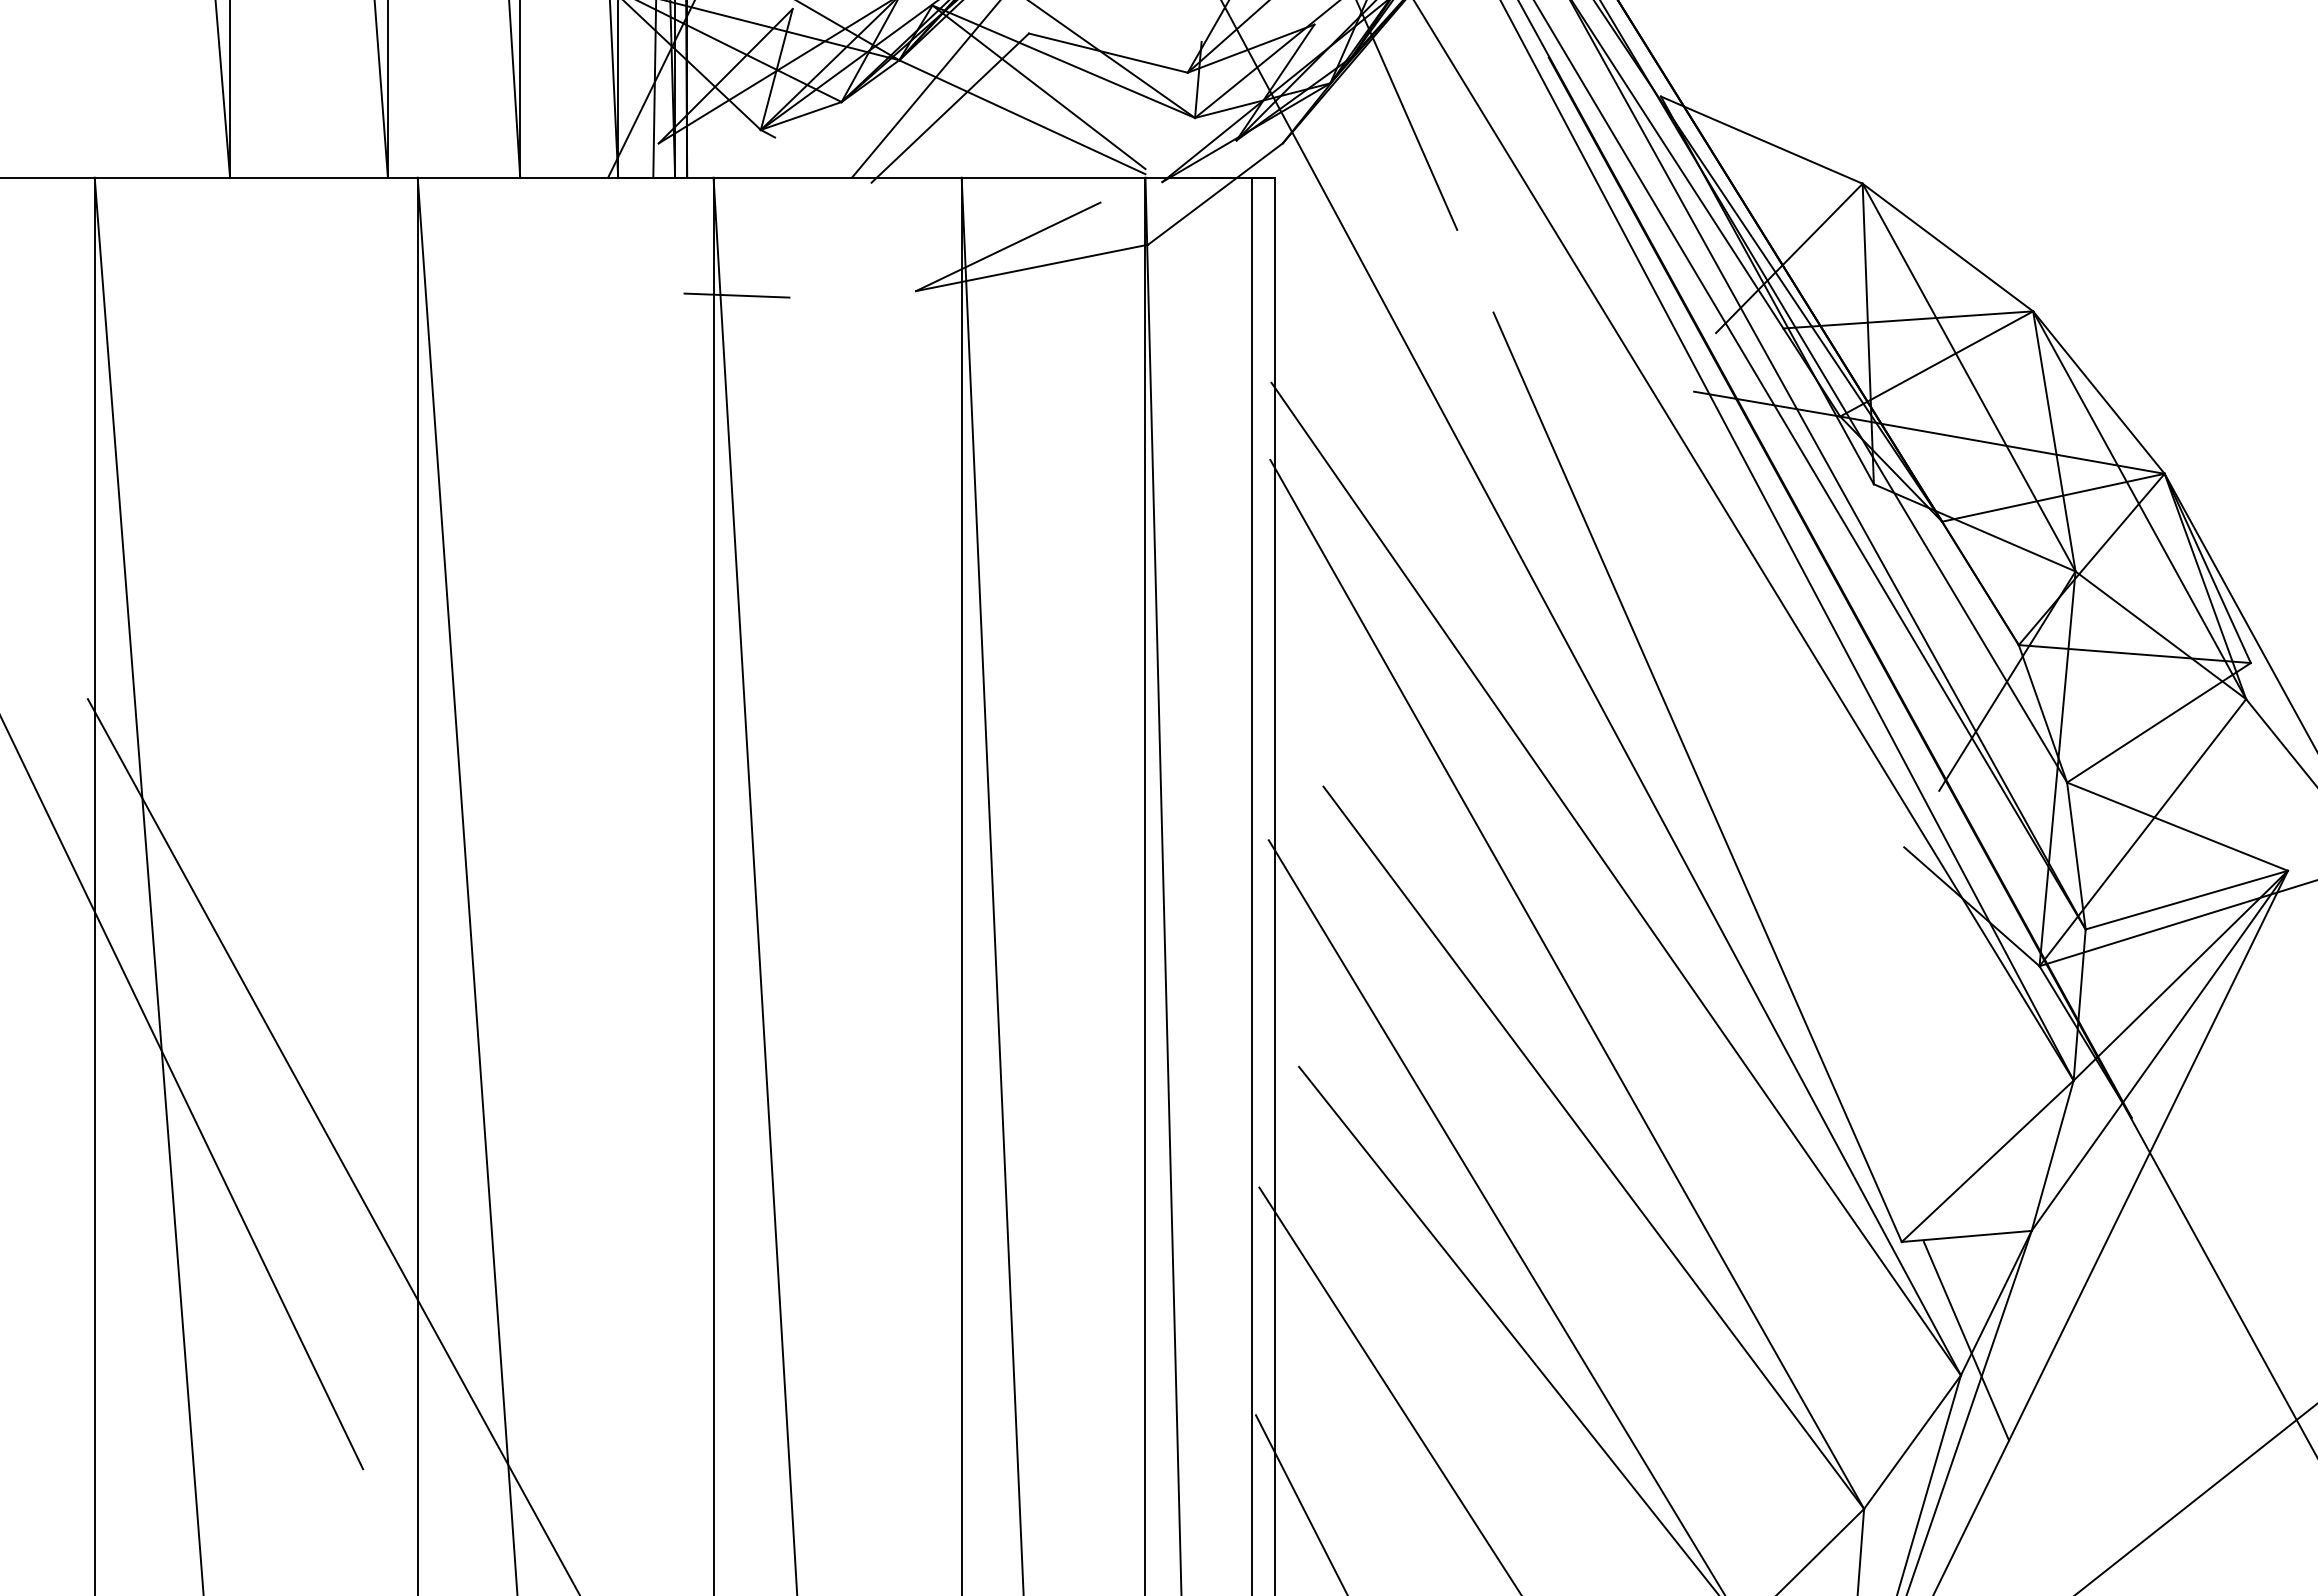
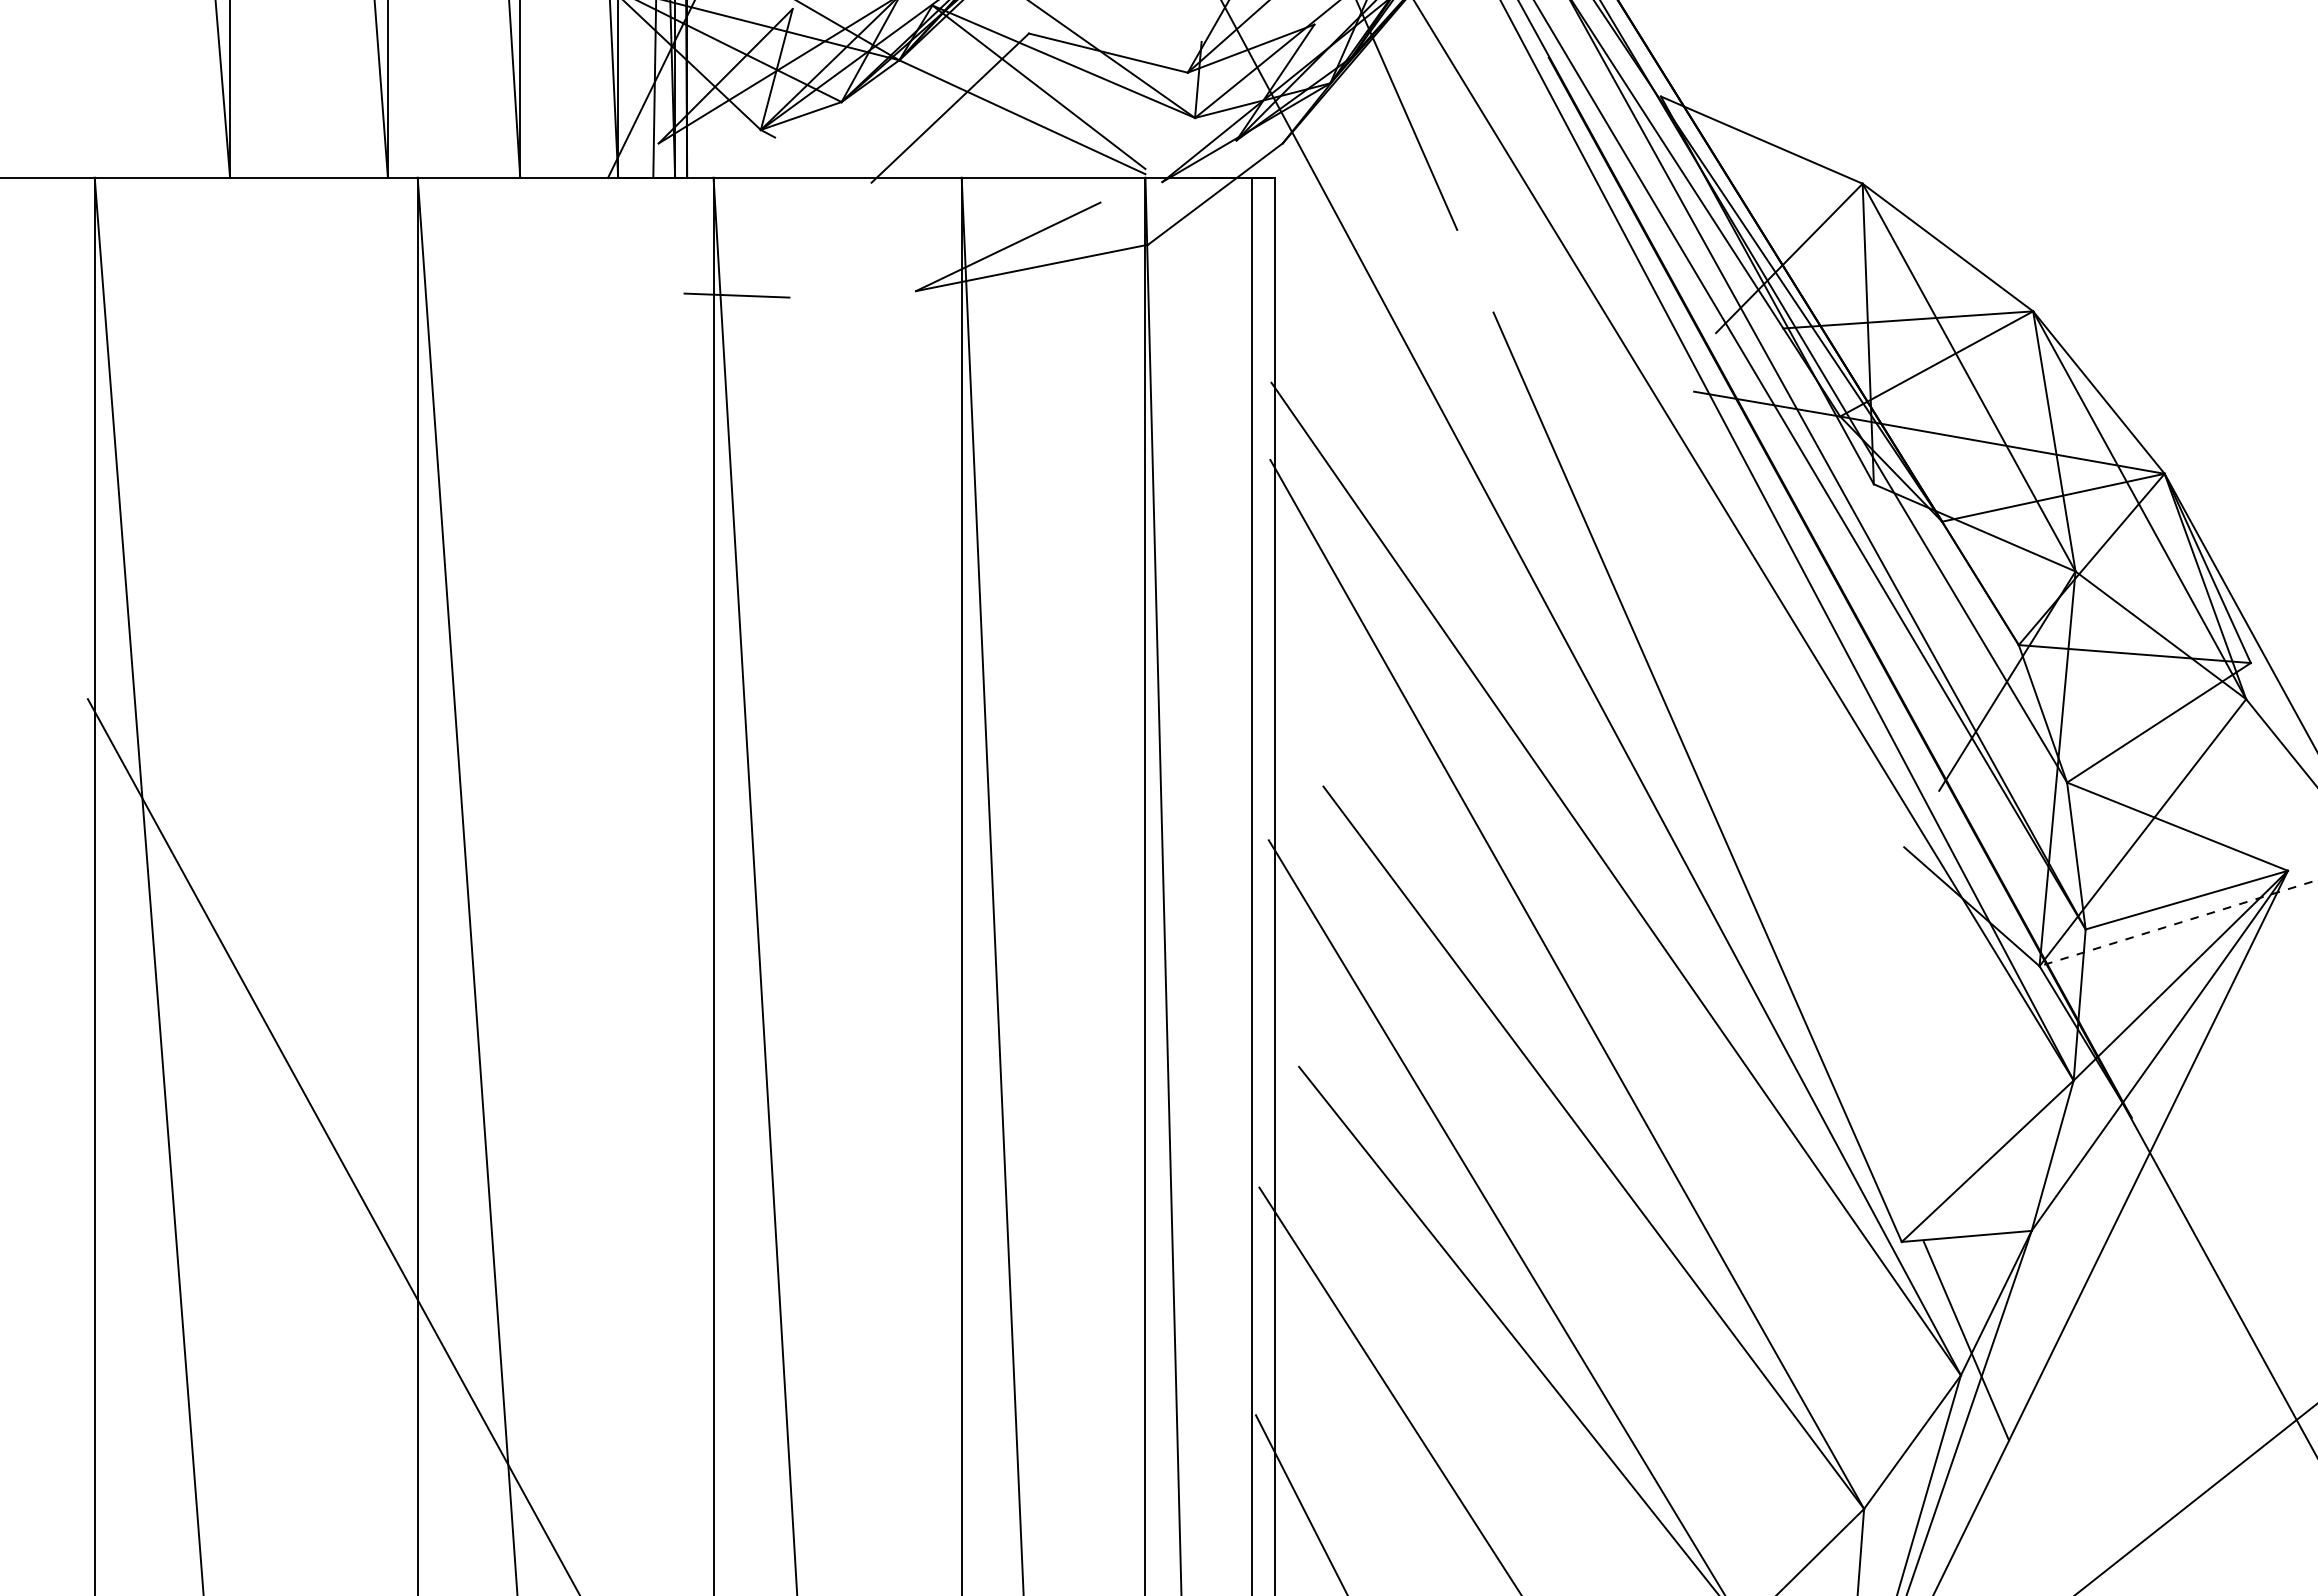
line at (925, 89): present -> none
line at (2177, 923): solid -> dashed
line at (182, 1094): present -> none
